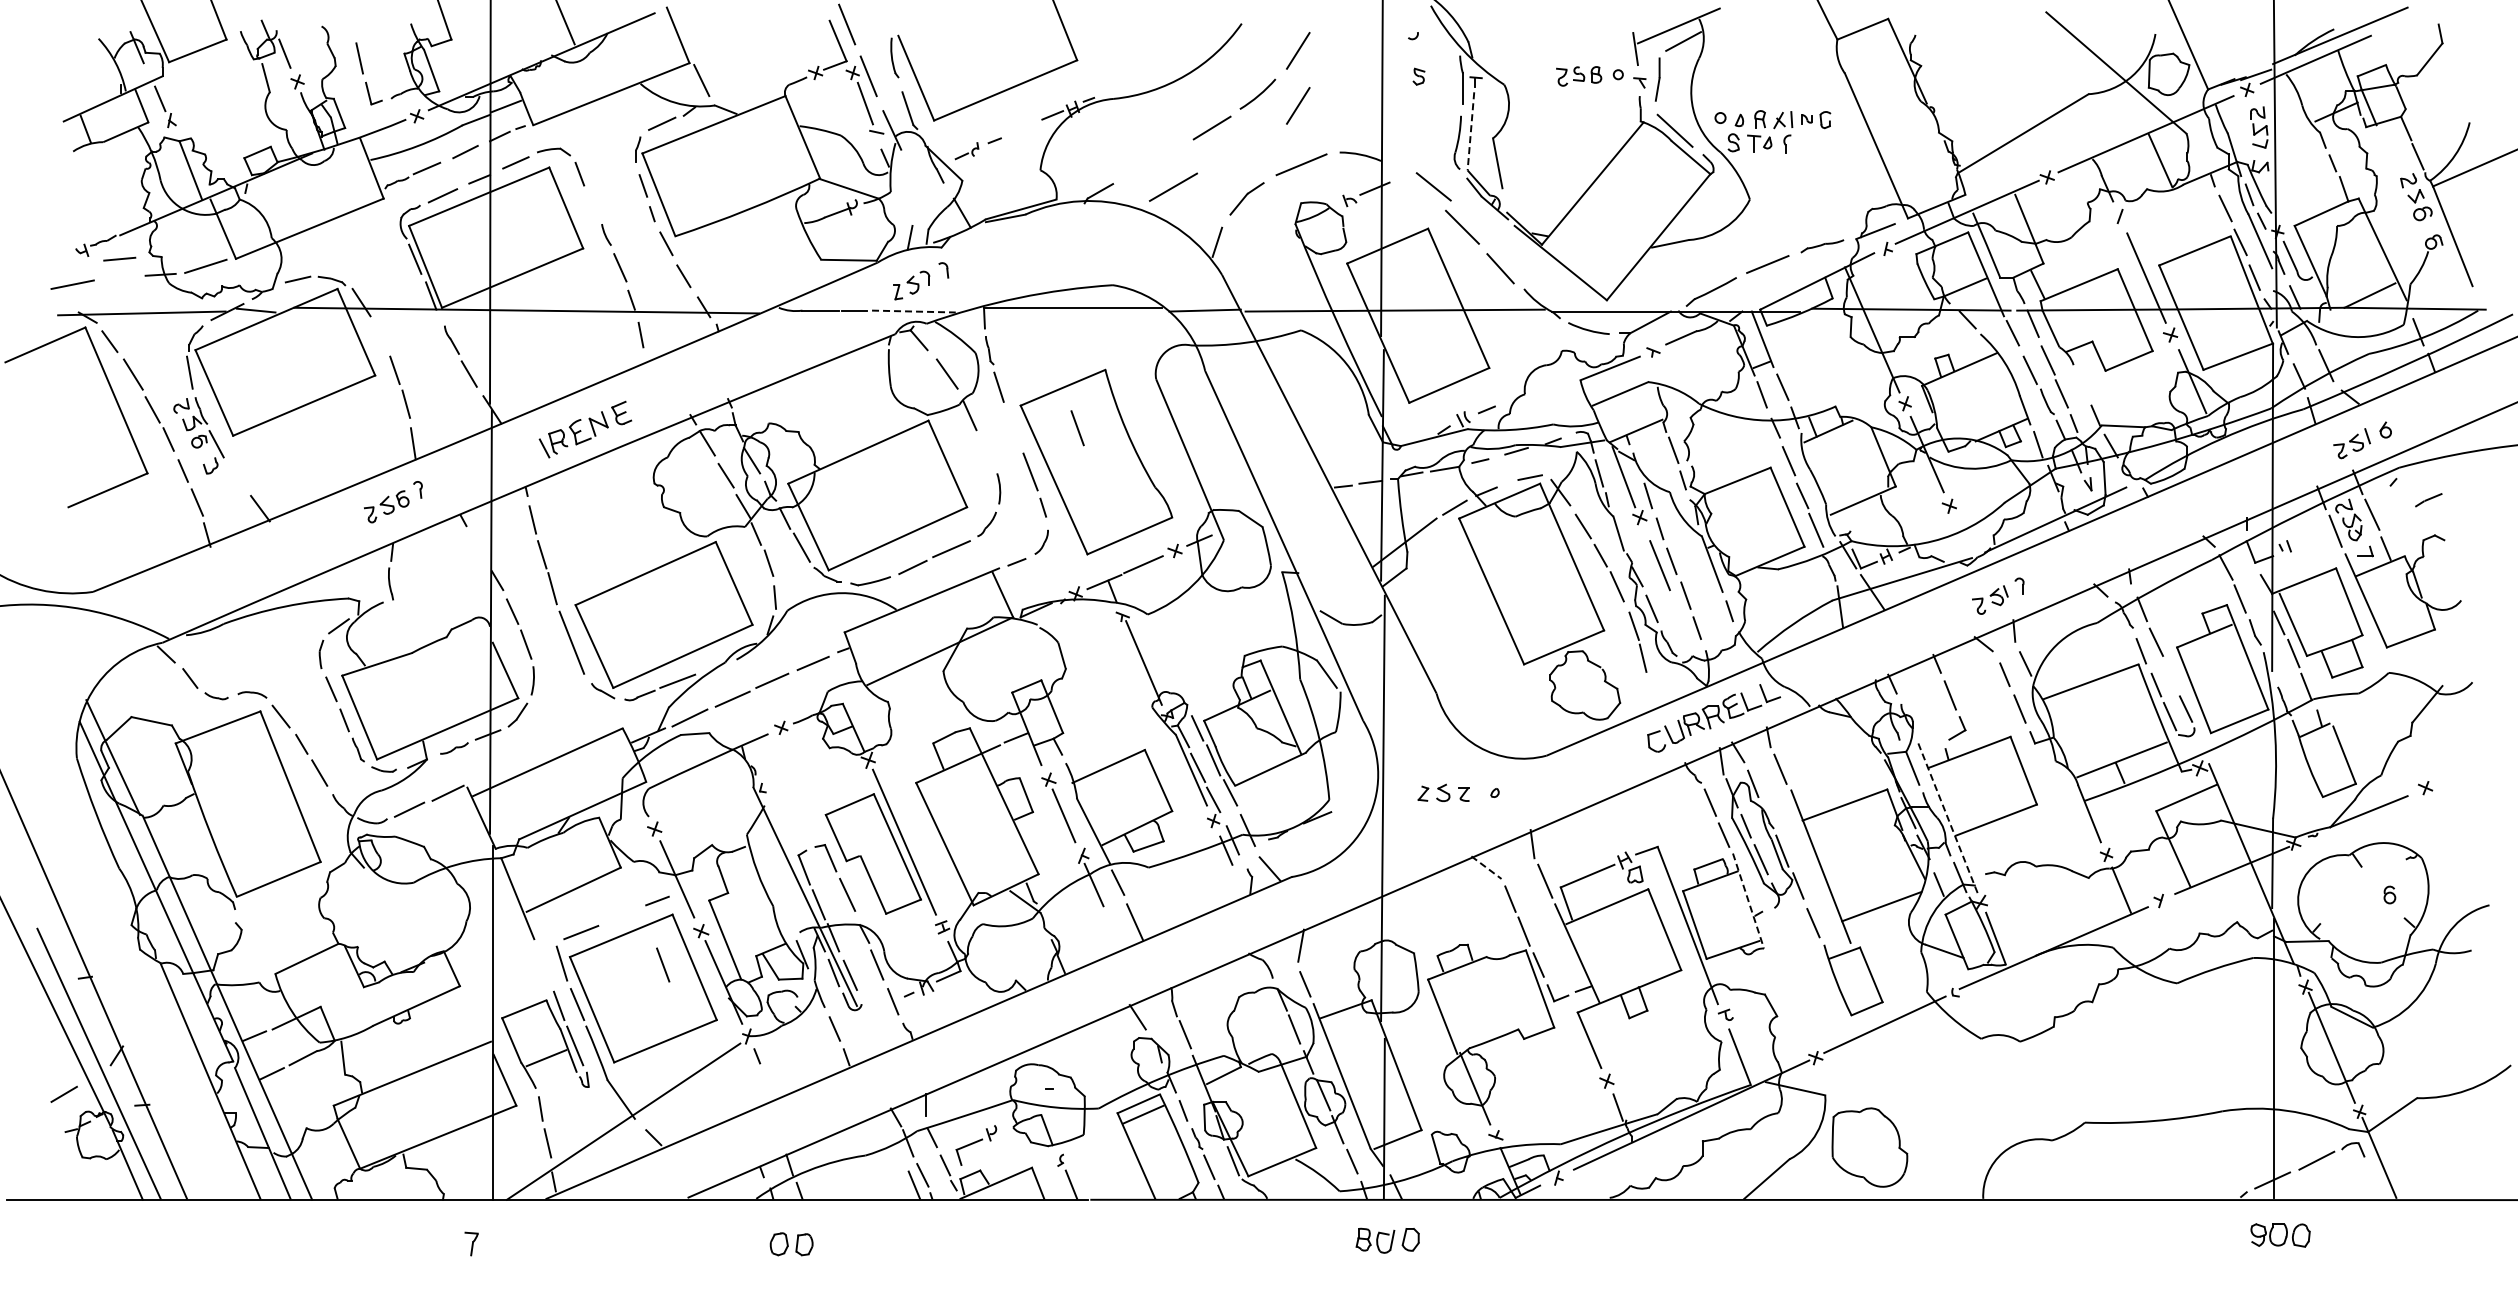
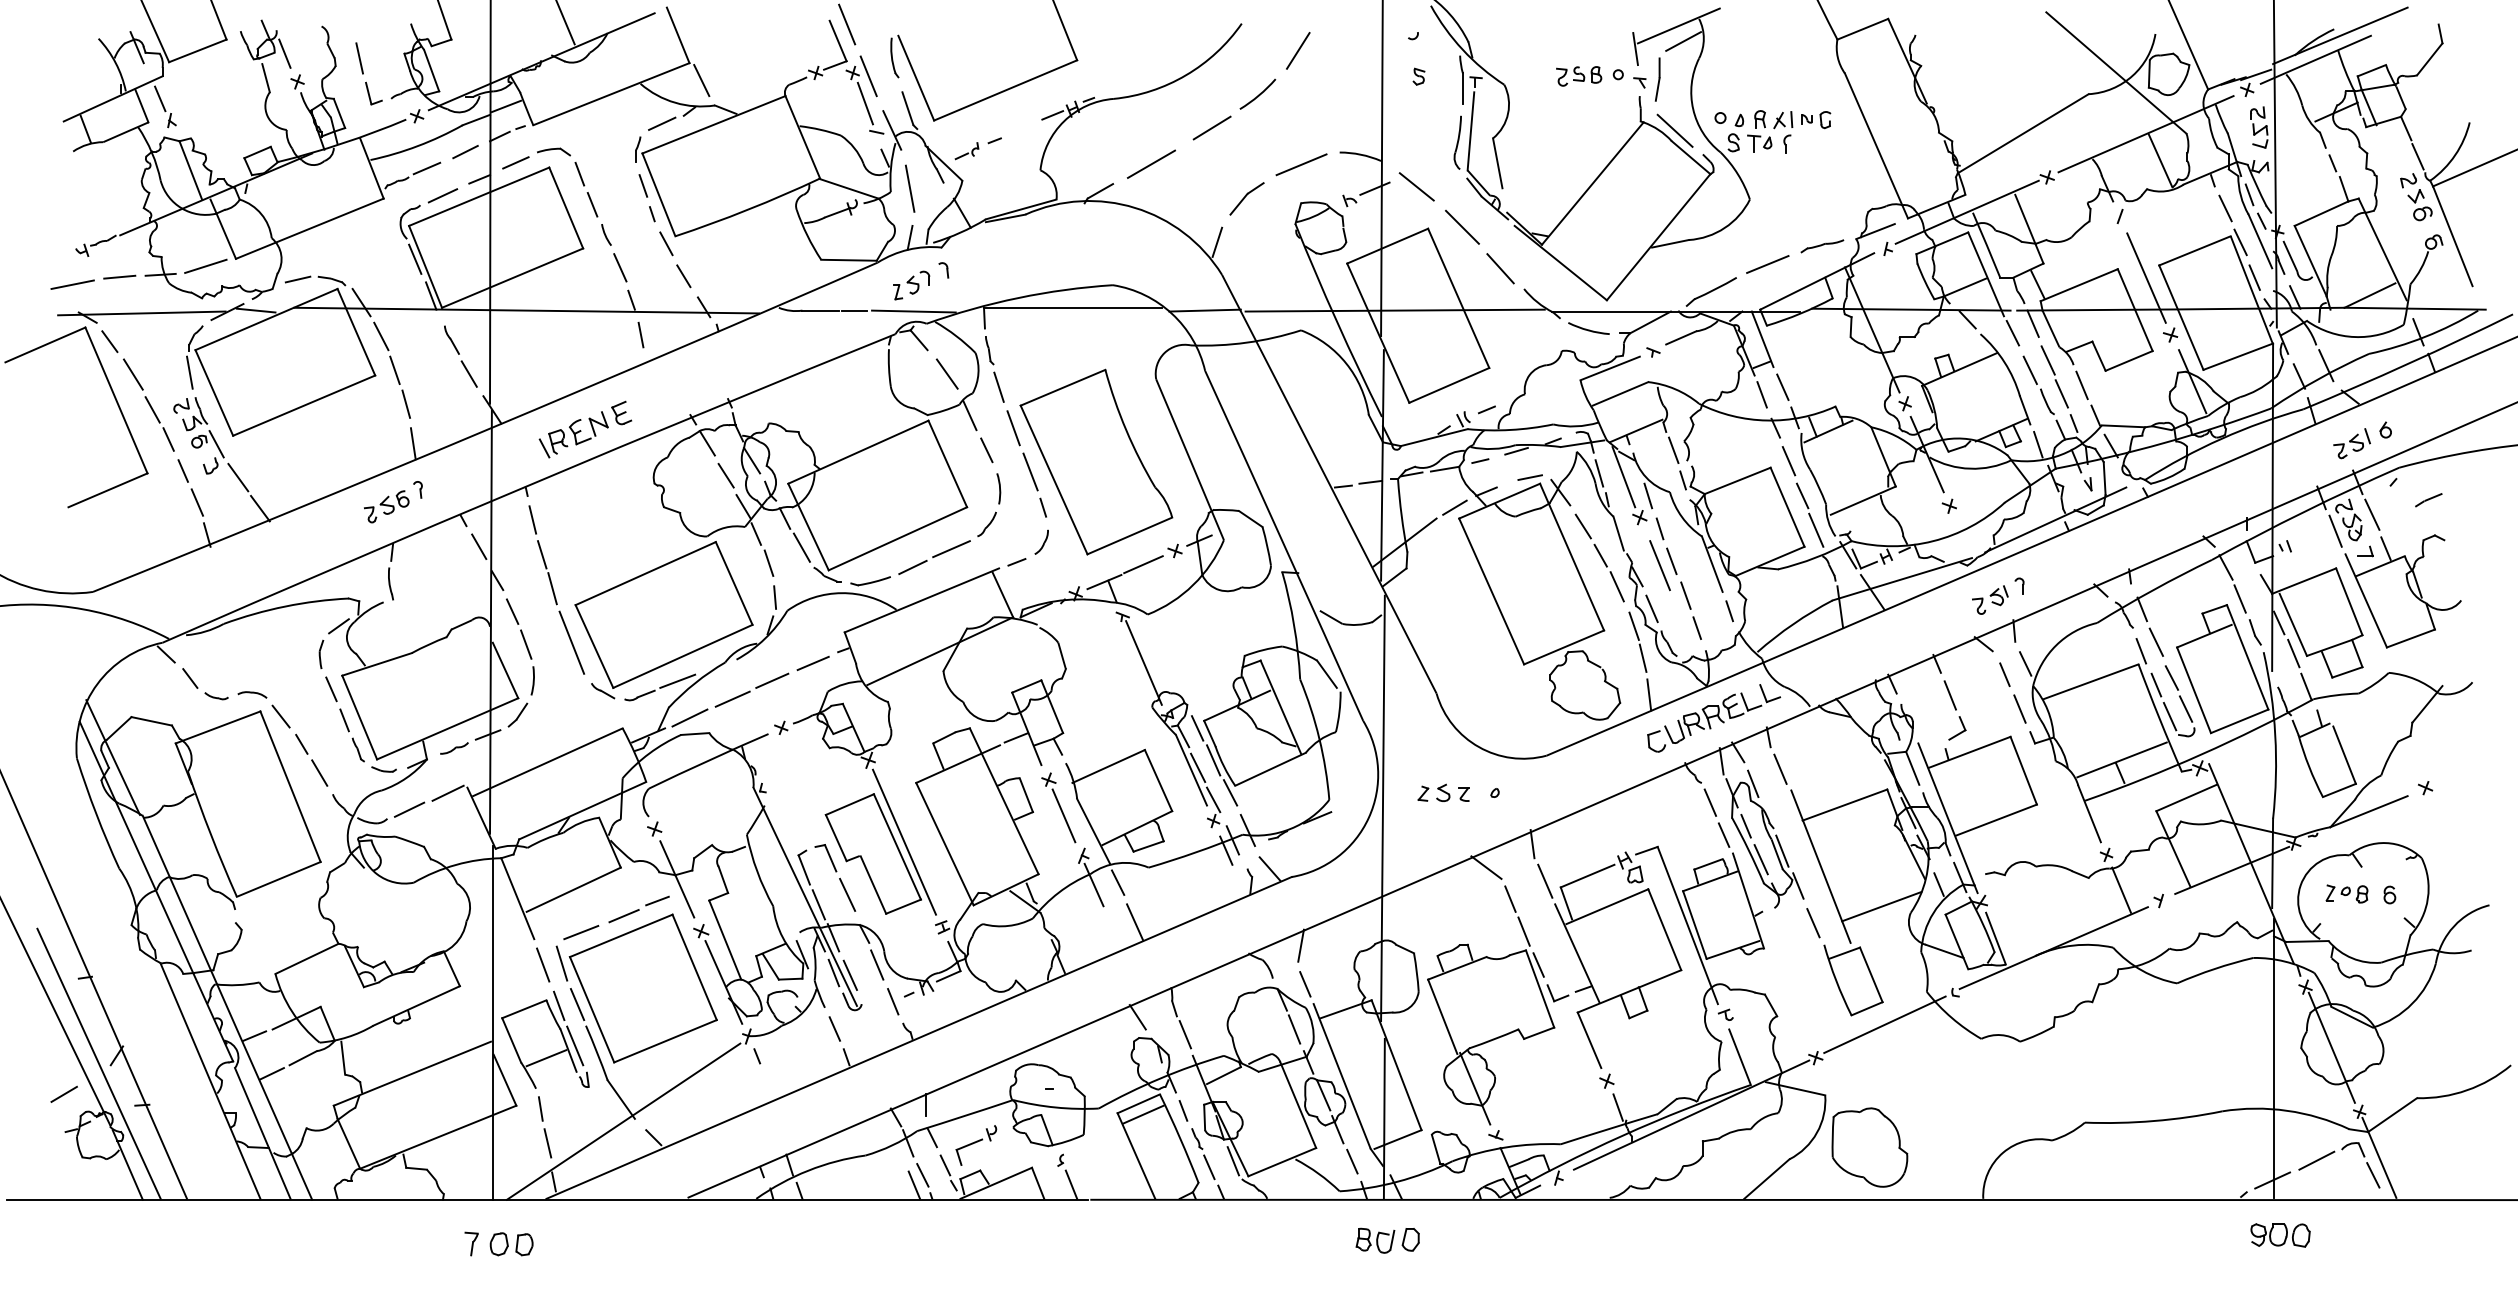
line at (1298, 105): present -> none
line at (1470, 131): dashed -> solid
line at (1172, 186) position: (1172, 186) -> (1150, 163)
line at (1433, 186) position: (1433, 186) -> (1416, 186)
line at (909, 188): none -> present
line at (592, 204): none -> present
line at (119, 258) position: (119, 258) -> (119, 276)
line at (913, 311): dashed -> solid
line at (381, 336): none -> present
line at (2081, 385): none -> present
line at (1077, 428) position: (1077, 428) -> (1013, 428)
line at (986, 450): none -> present
line at (238, 477): none -> present
line at (479, 546): none -> present
line at (2171, 677): none -> present
line at (1649, 694): none -> present
line at (1948, 818): dashed -> solid
line at (1486, 867): dashed -> solid
part at (2346, 893): none -> present
line at (1748, 901): dashed -> solid
line at (623, 915): none -> present
line at (663, 964) position: (663, 964) -> (543, 964)
line at (2373, 1175): none -> present
part at (791, 1244) position: (791, 1244) -> (511, 1244)
